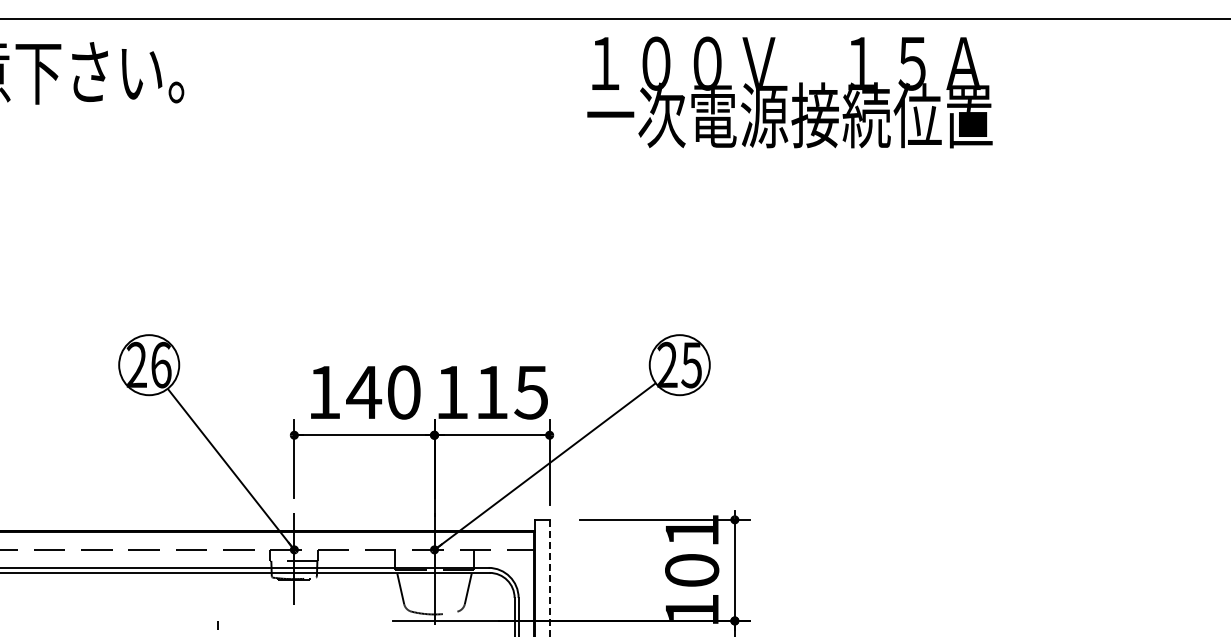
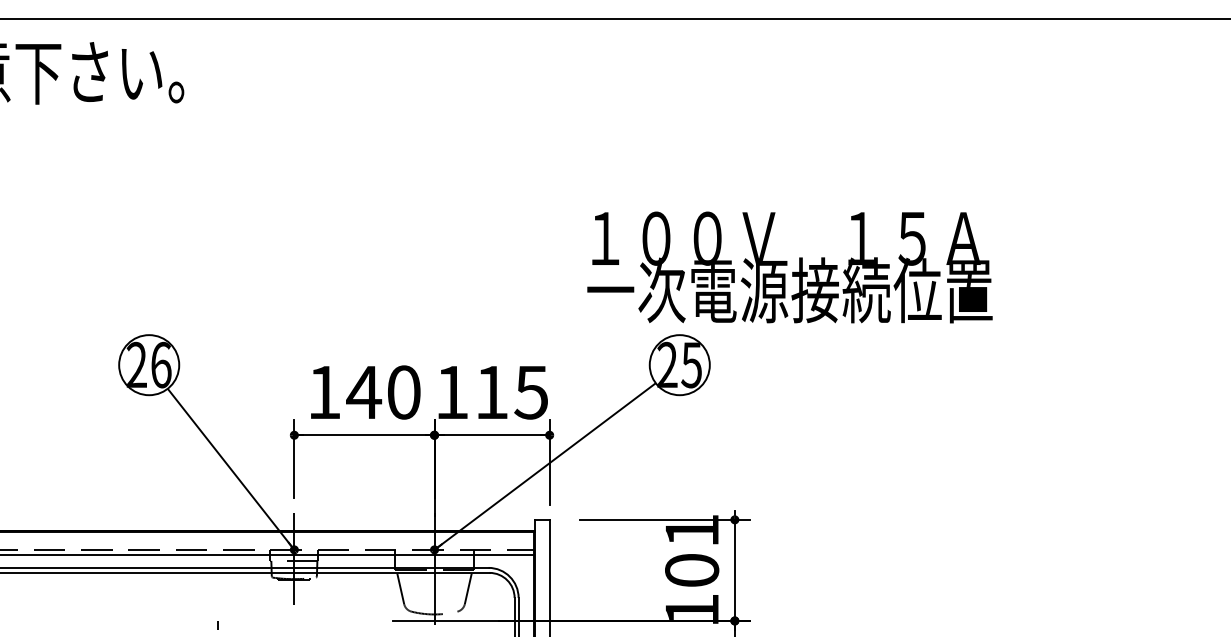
text at (789, 92) position: (789, 92) -> (789, 267)
line at (267, 554): none -> present
line at (549, 578): dashed -> solid
